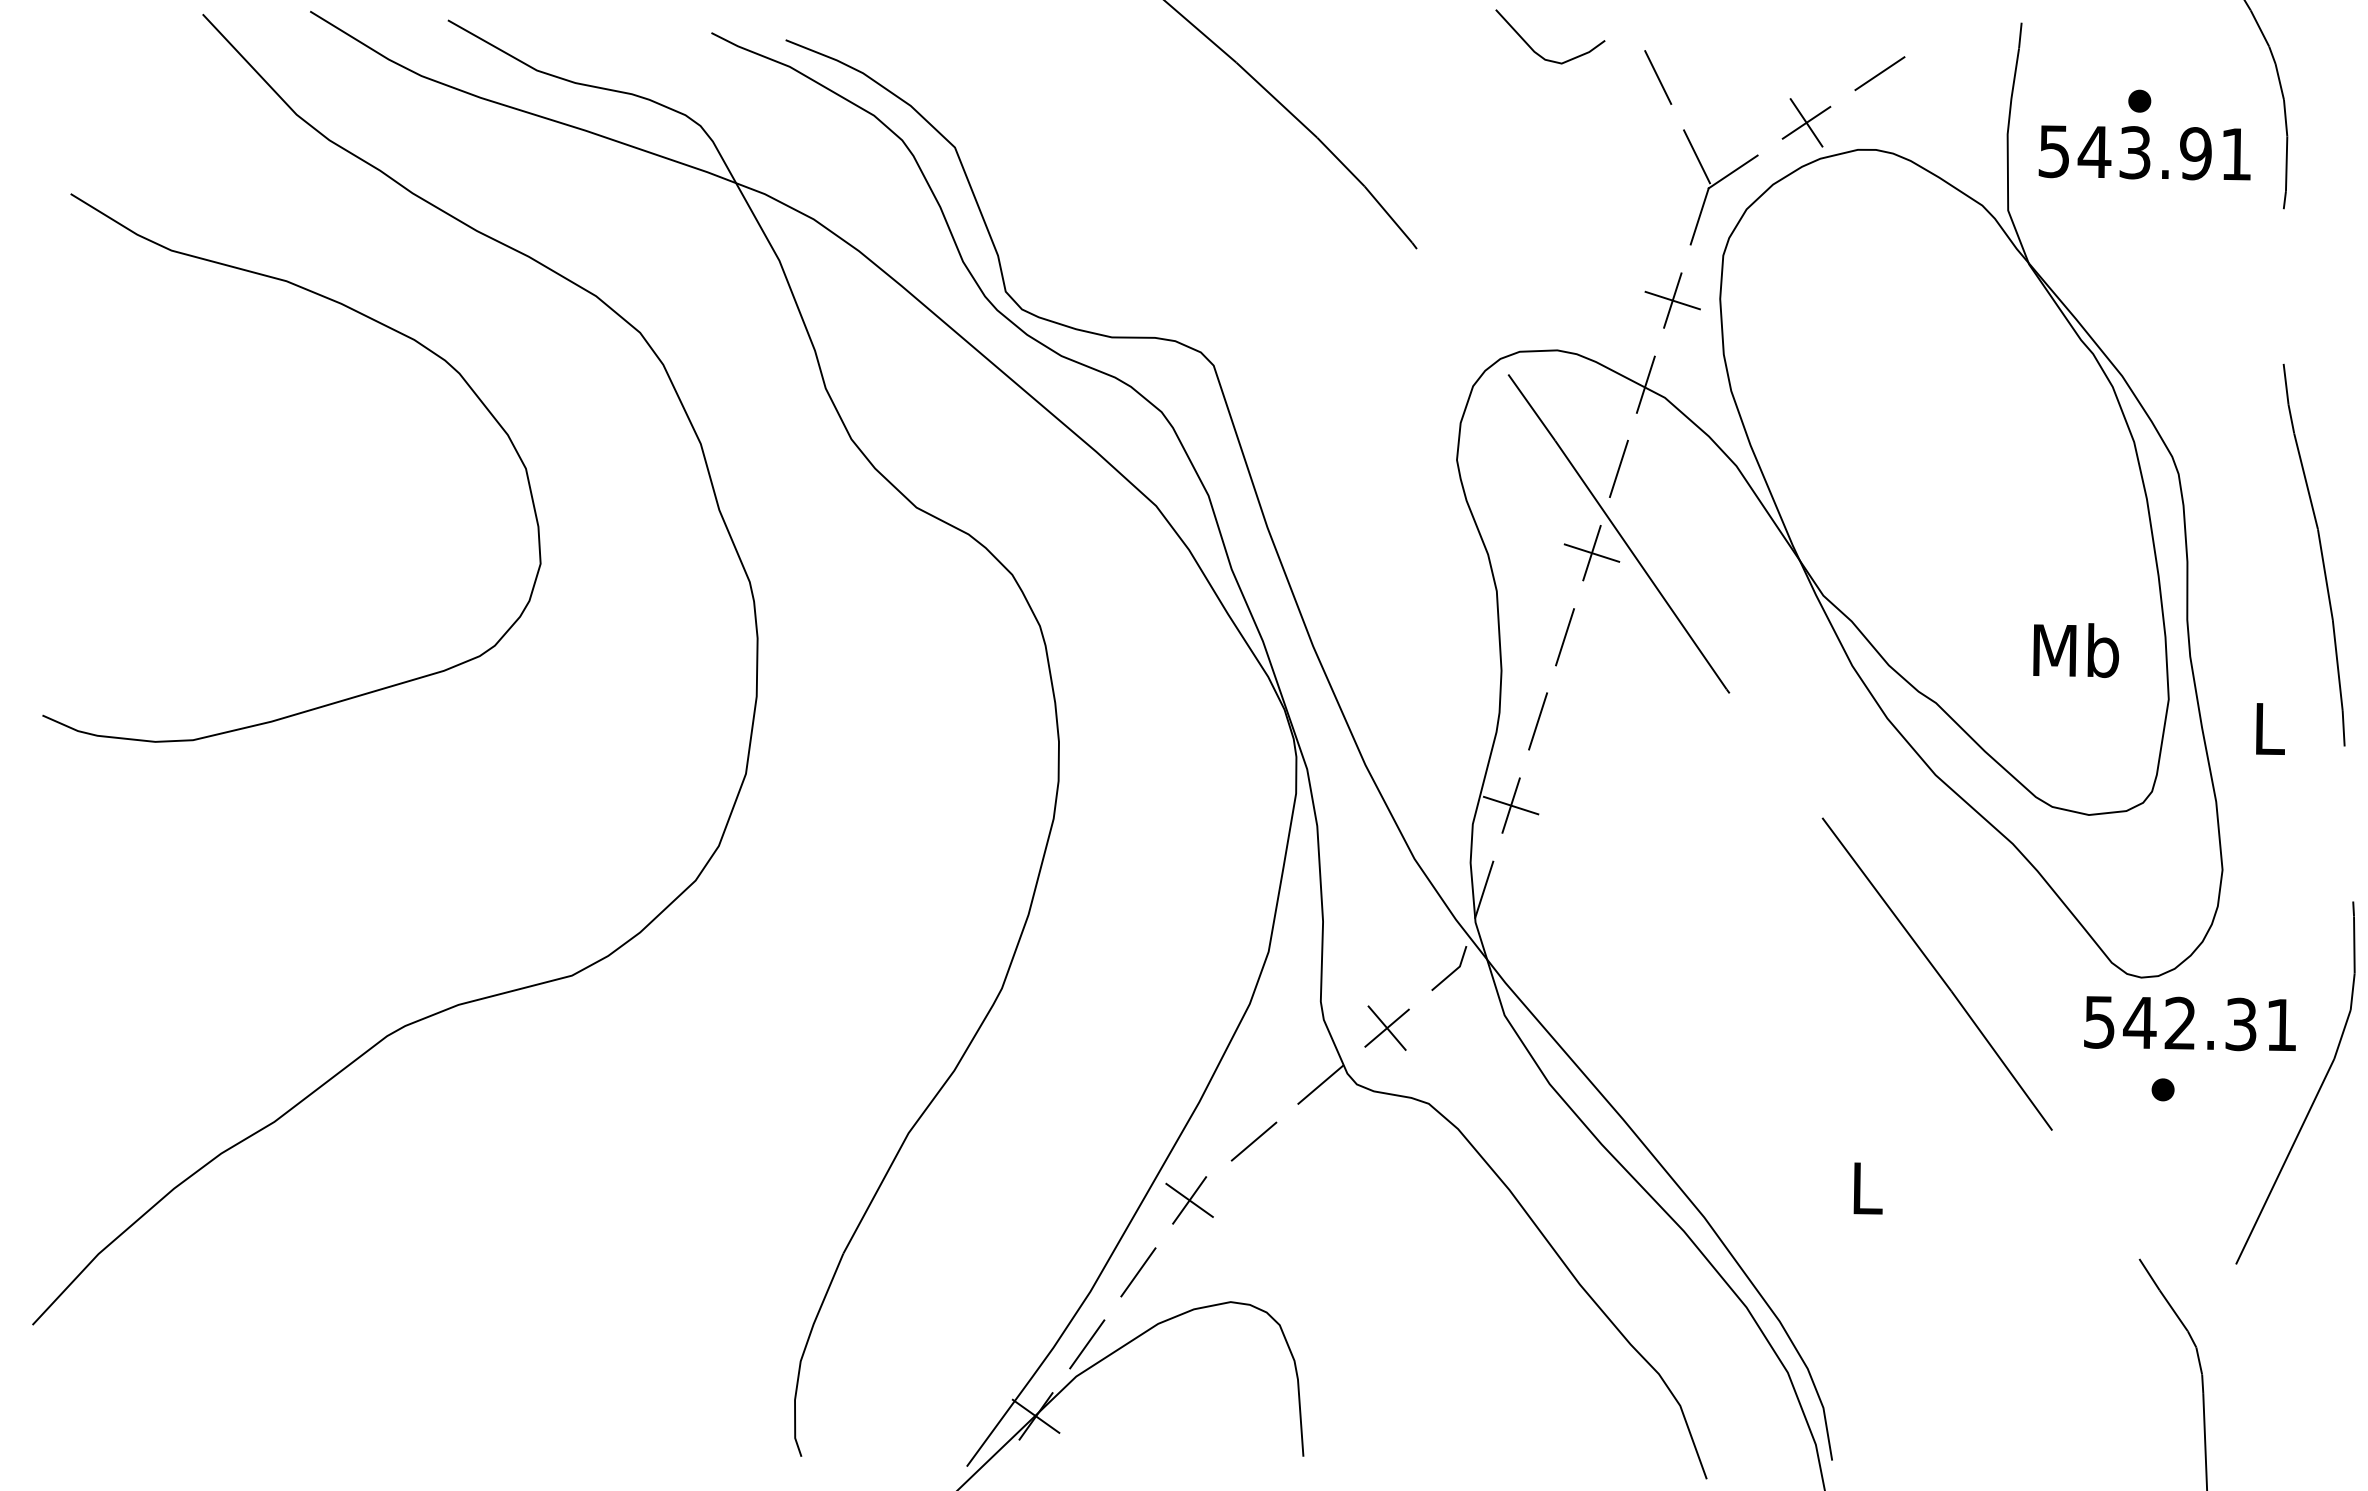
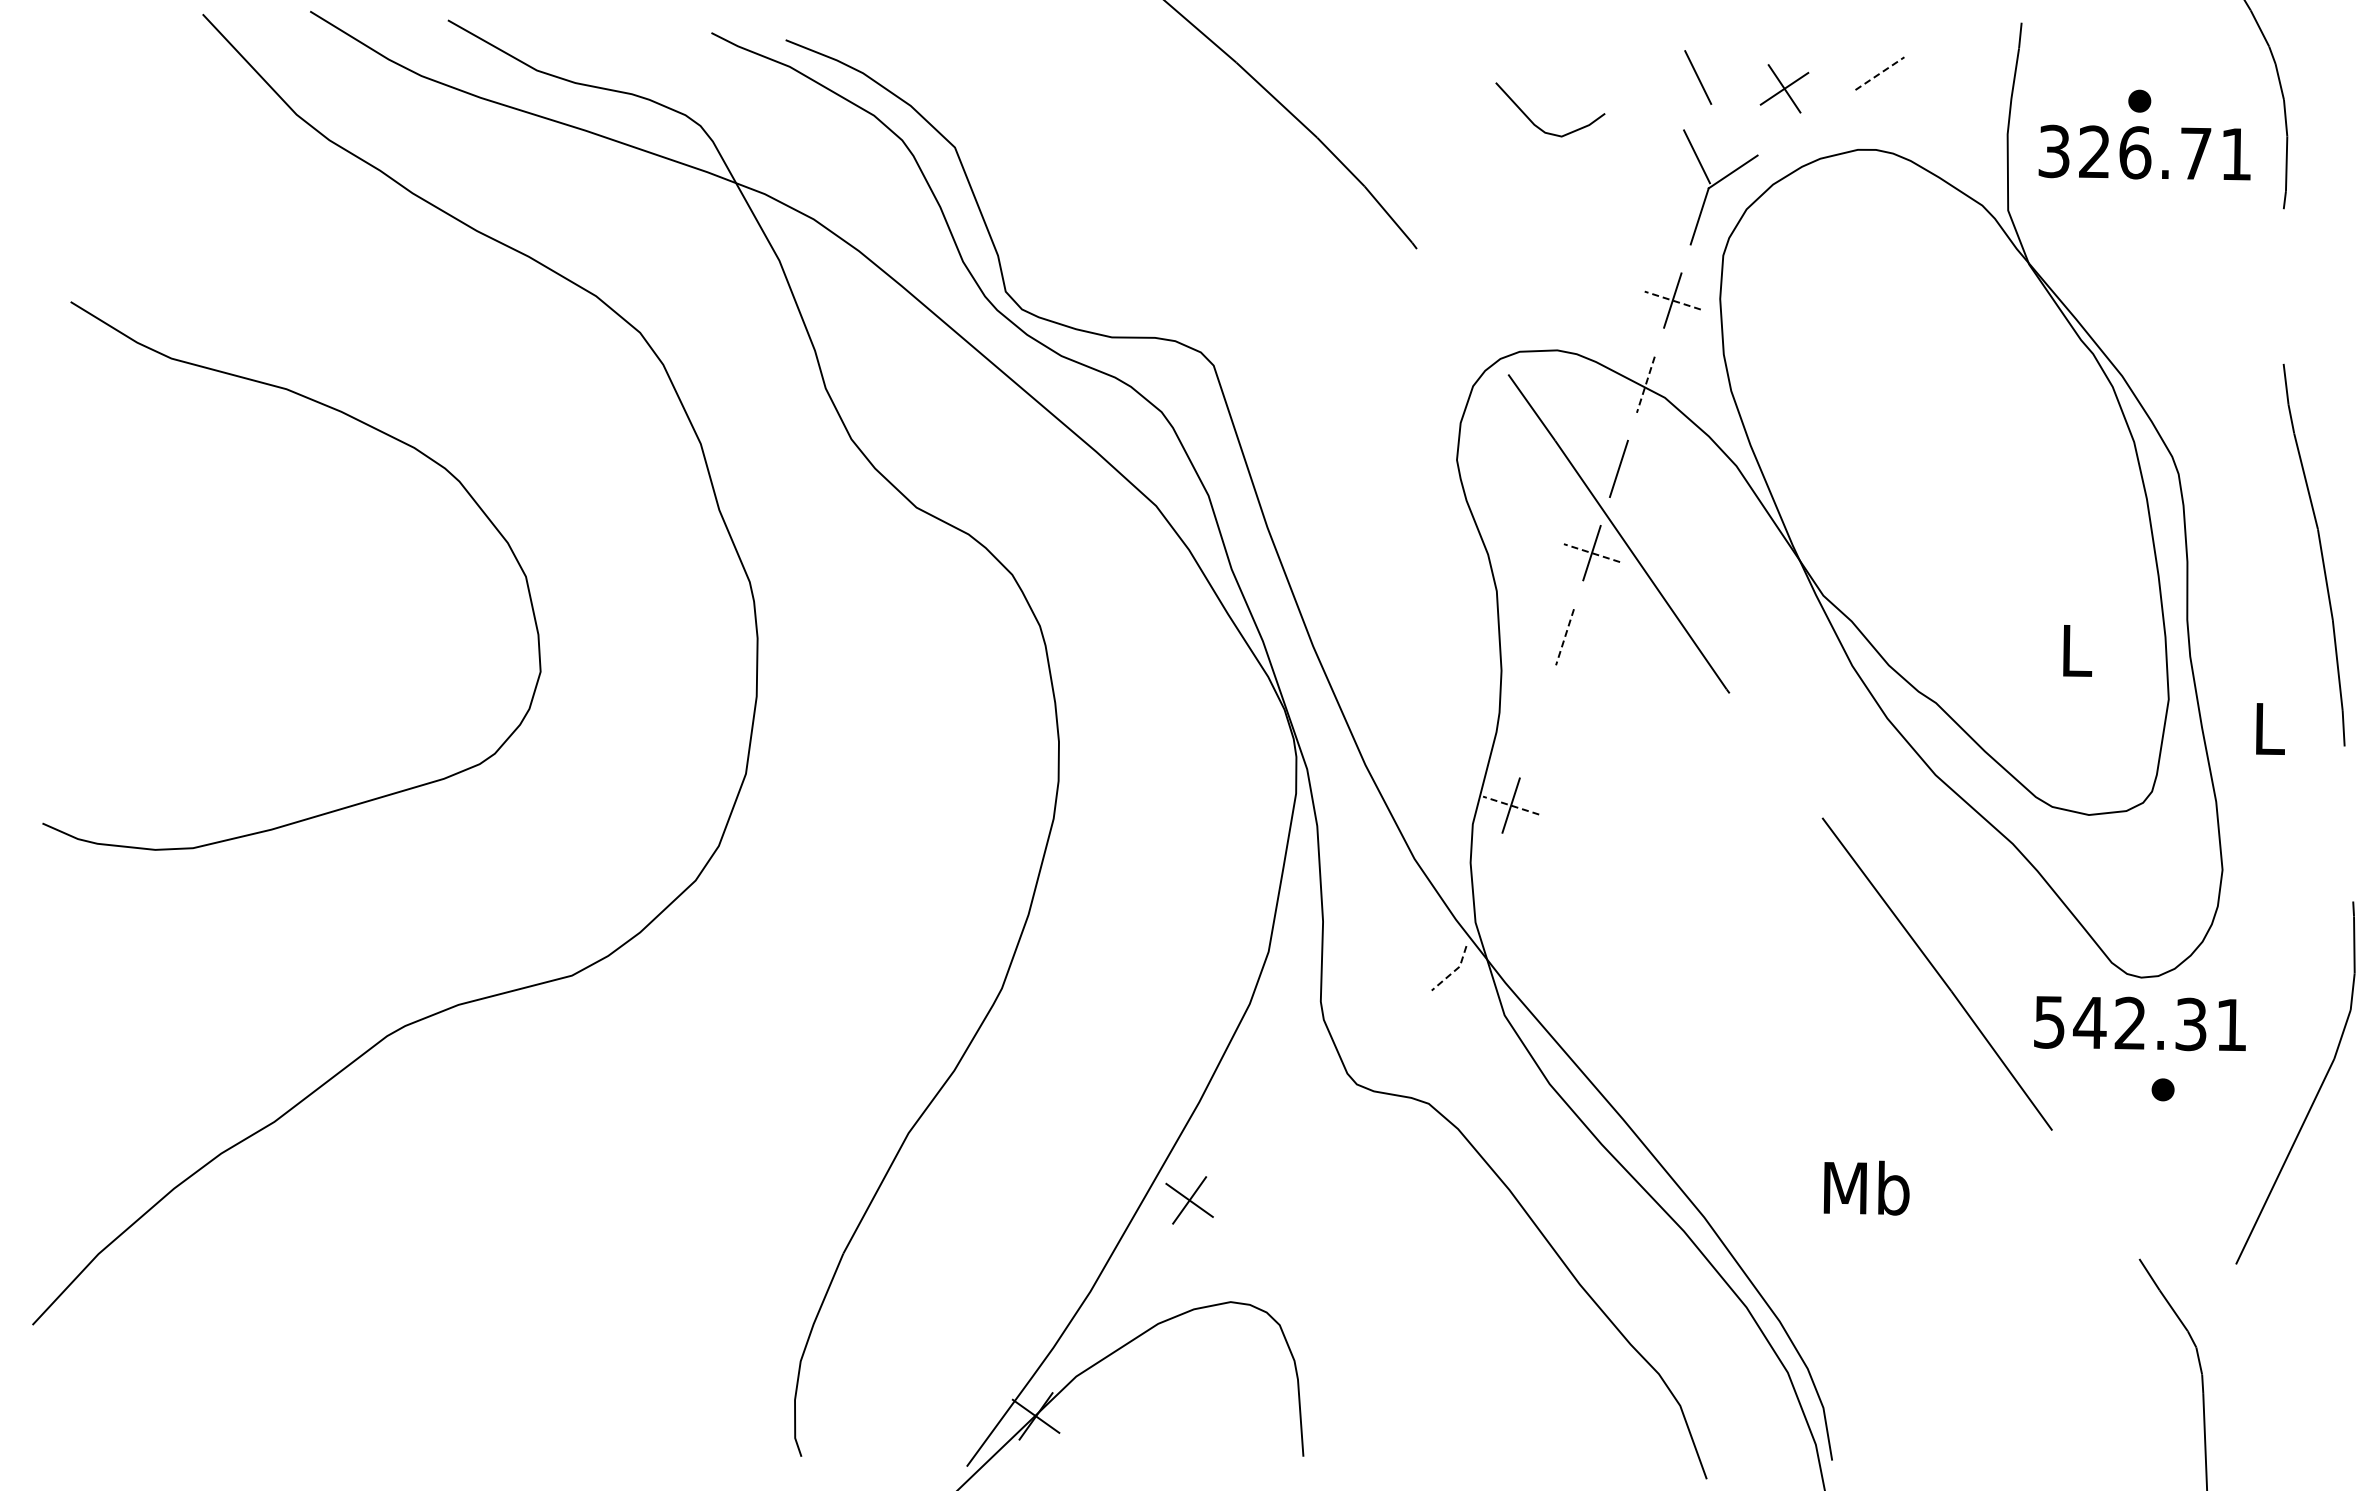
curve at (1537, 52) position: (1537, 52) -> (1537, 125)
line at (1880, 73): solid -> dashed
line at (1658, 77) position: (1658, 77) -> (1698, 77)
part at (1806, 122) position: (1806, 122) -> (1784, 88)
text at (2125, 152): 543.91 -> 326.71
line at (1672, 300): solid -> dashed
curve at (366, 317) position: (366, 317) -> (366, 425)
line at (1645, 385): solid -> dashed
line at (1591, 553): solid -> dashed
line at (1564, 637): solid -> dashed
text at (2076, 650): Mb -> L
line at (1538, 721): present -> none
line at (1511, 805): solid -> dashed
line at (1484, 889): present -> none
line at (1453, 971): solid -> dashed
text at (2189, 1023) position: (2189, 1023) -> (2139, 1023)
part at (1386, 1027): present -> none
line at (1320, 1084): present -> none
line at (1253, 1141): present -> none
text at (1866, 1187): L -> Mb
line at (1138, 1272): present -> none
line at (1087, 1344): present -> none
